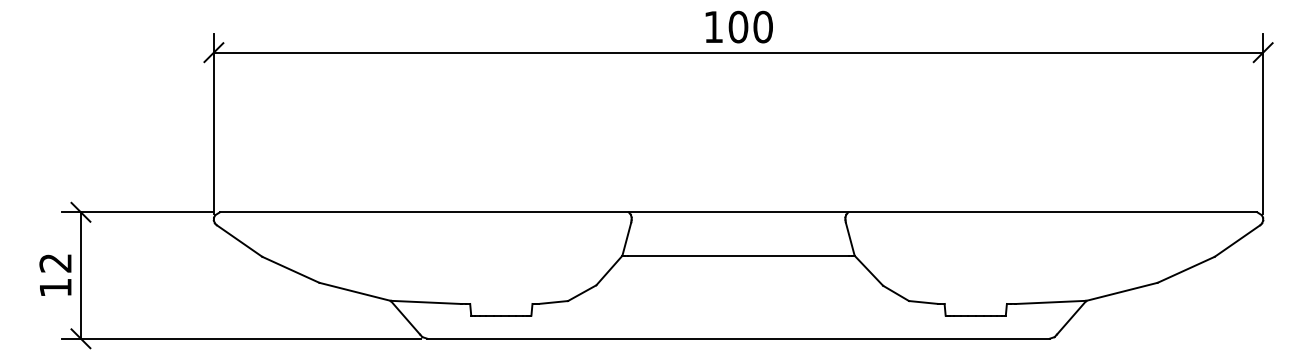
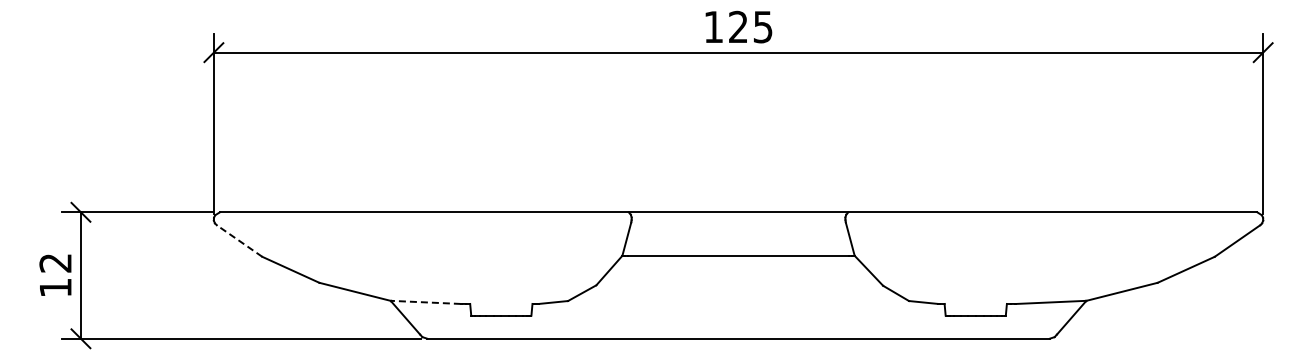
text at (750, 26): 100 -> 125
line at (239, 241): solid -> dashed
line at (425, 302): solid -> dashed
